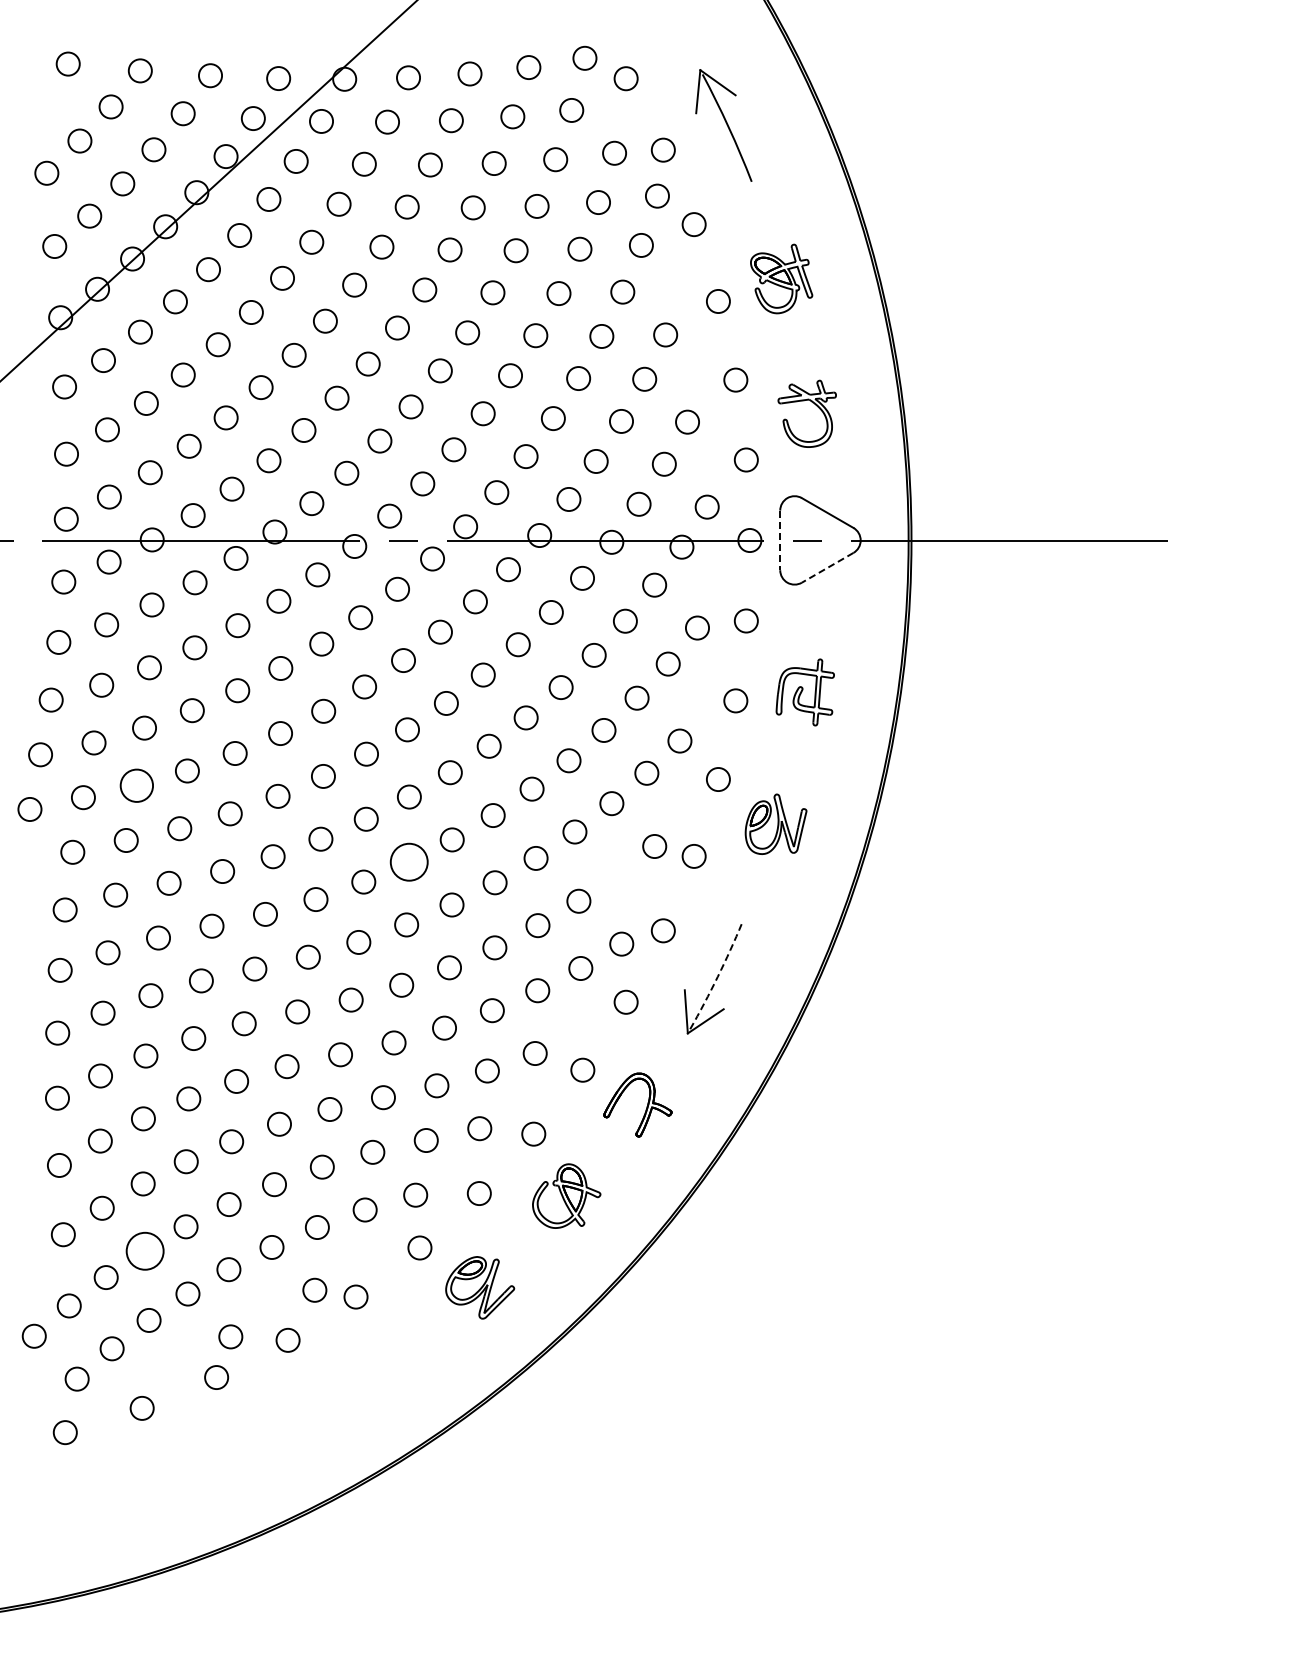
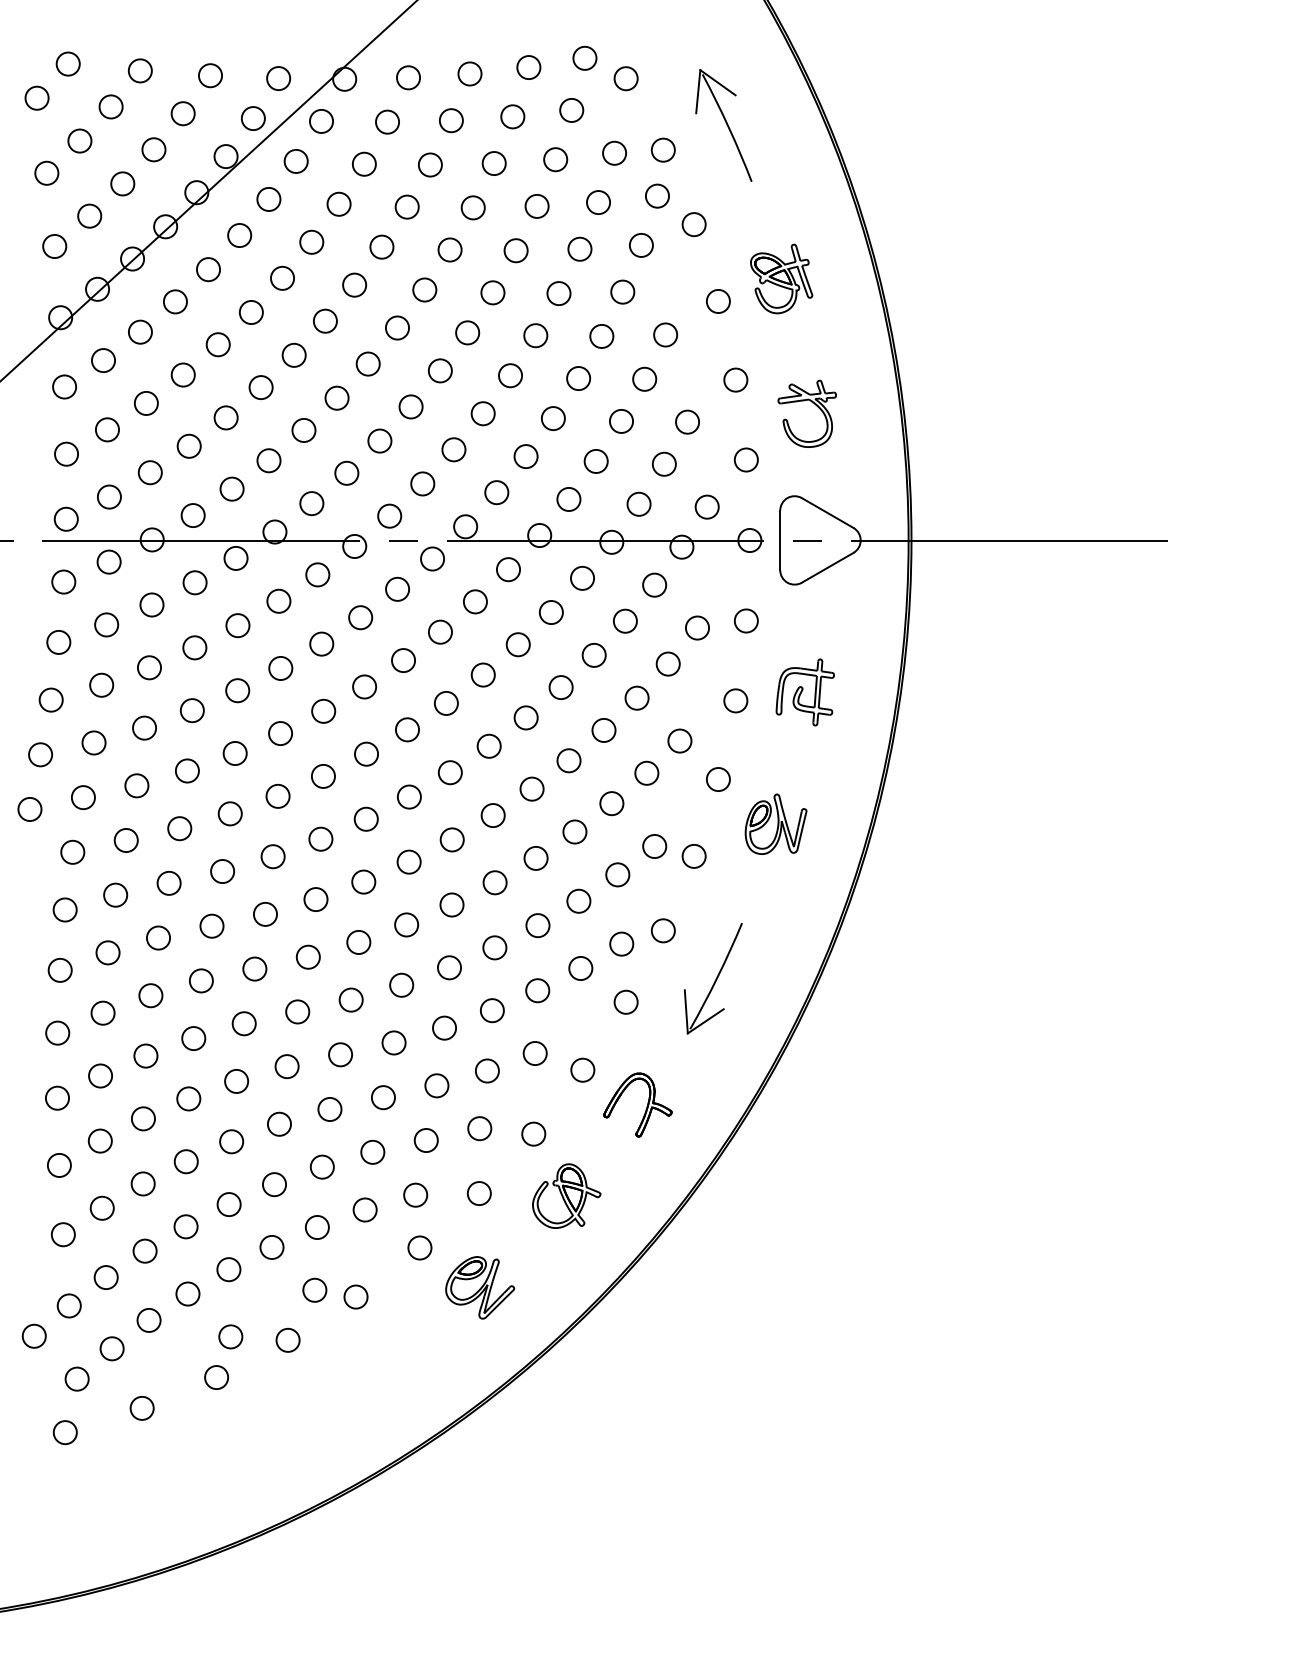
circle at (36, 97): none -> present
line at (780, 540): dashed -> solid
line at (827, 567): dashed -> solid
circle at (136, 785) size: 35x35 px -> 26x26 px
circle at (408, 861) size: 40x40 px -> 26x26 px
circle at (617, 874): none -> present
arc at (717, 976): dashed -> solid
circle at (144, 1250) size: 40x40 px -> 26x26 px
